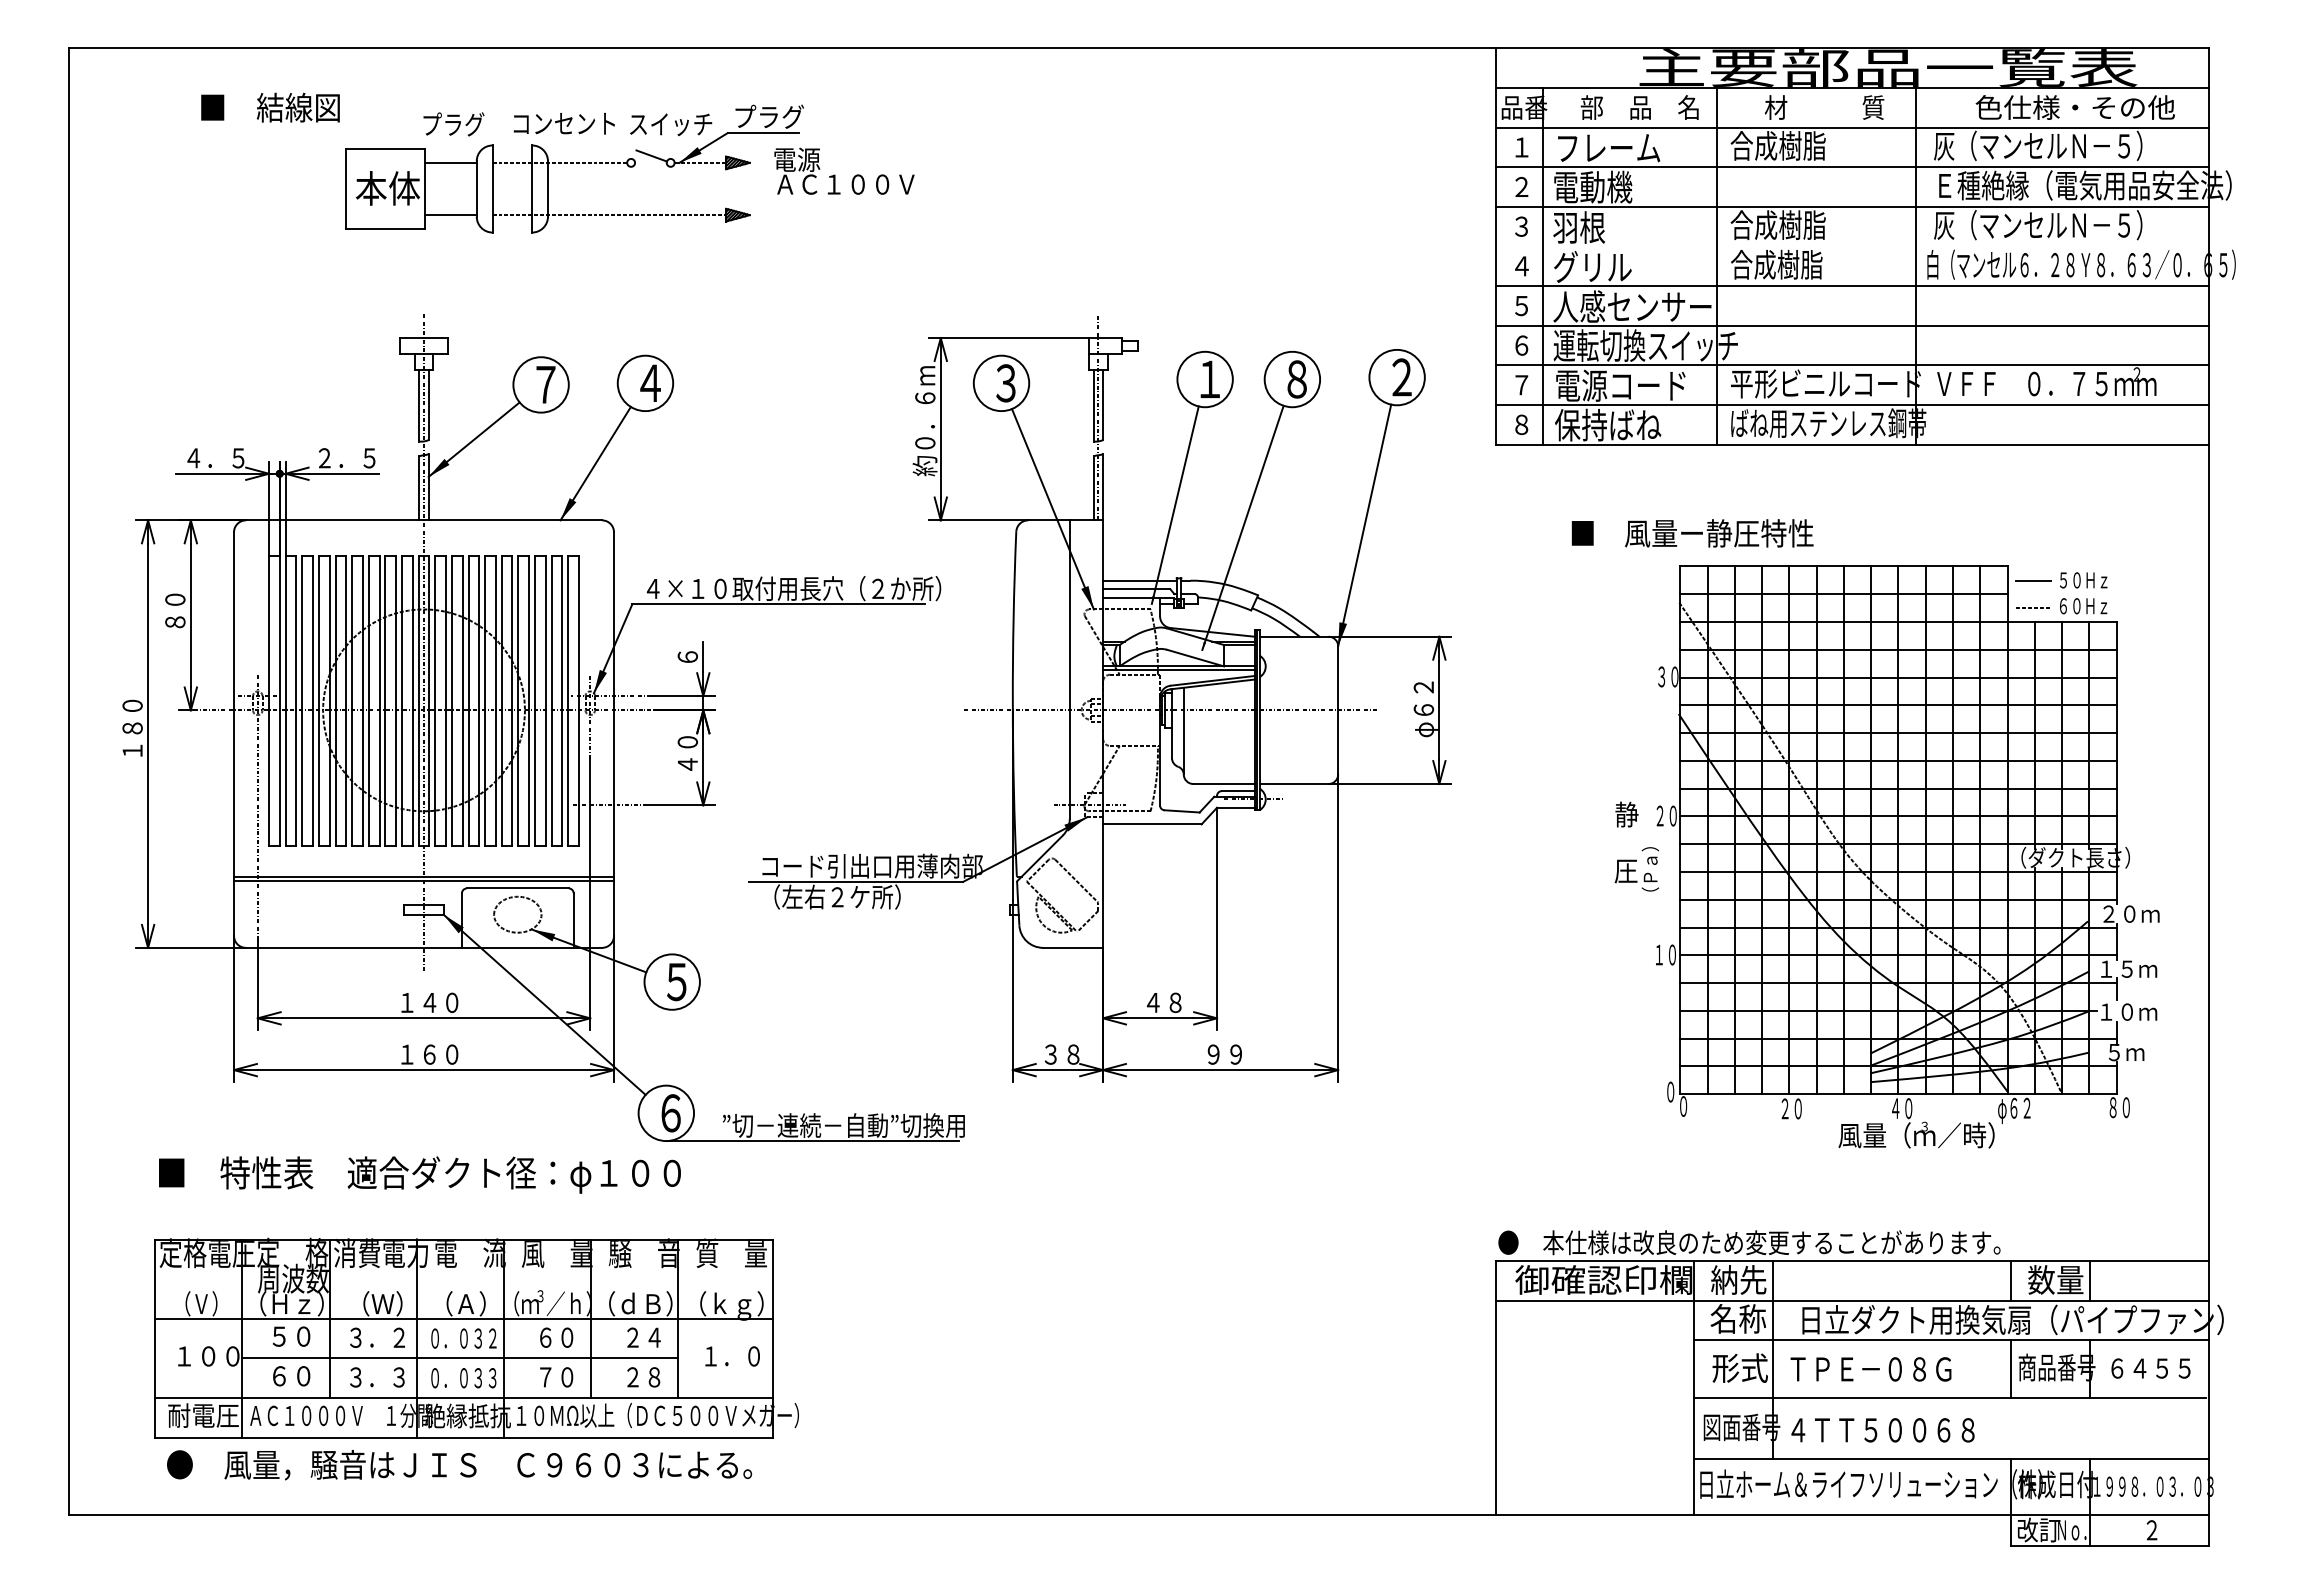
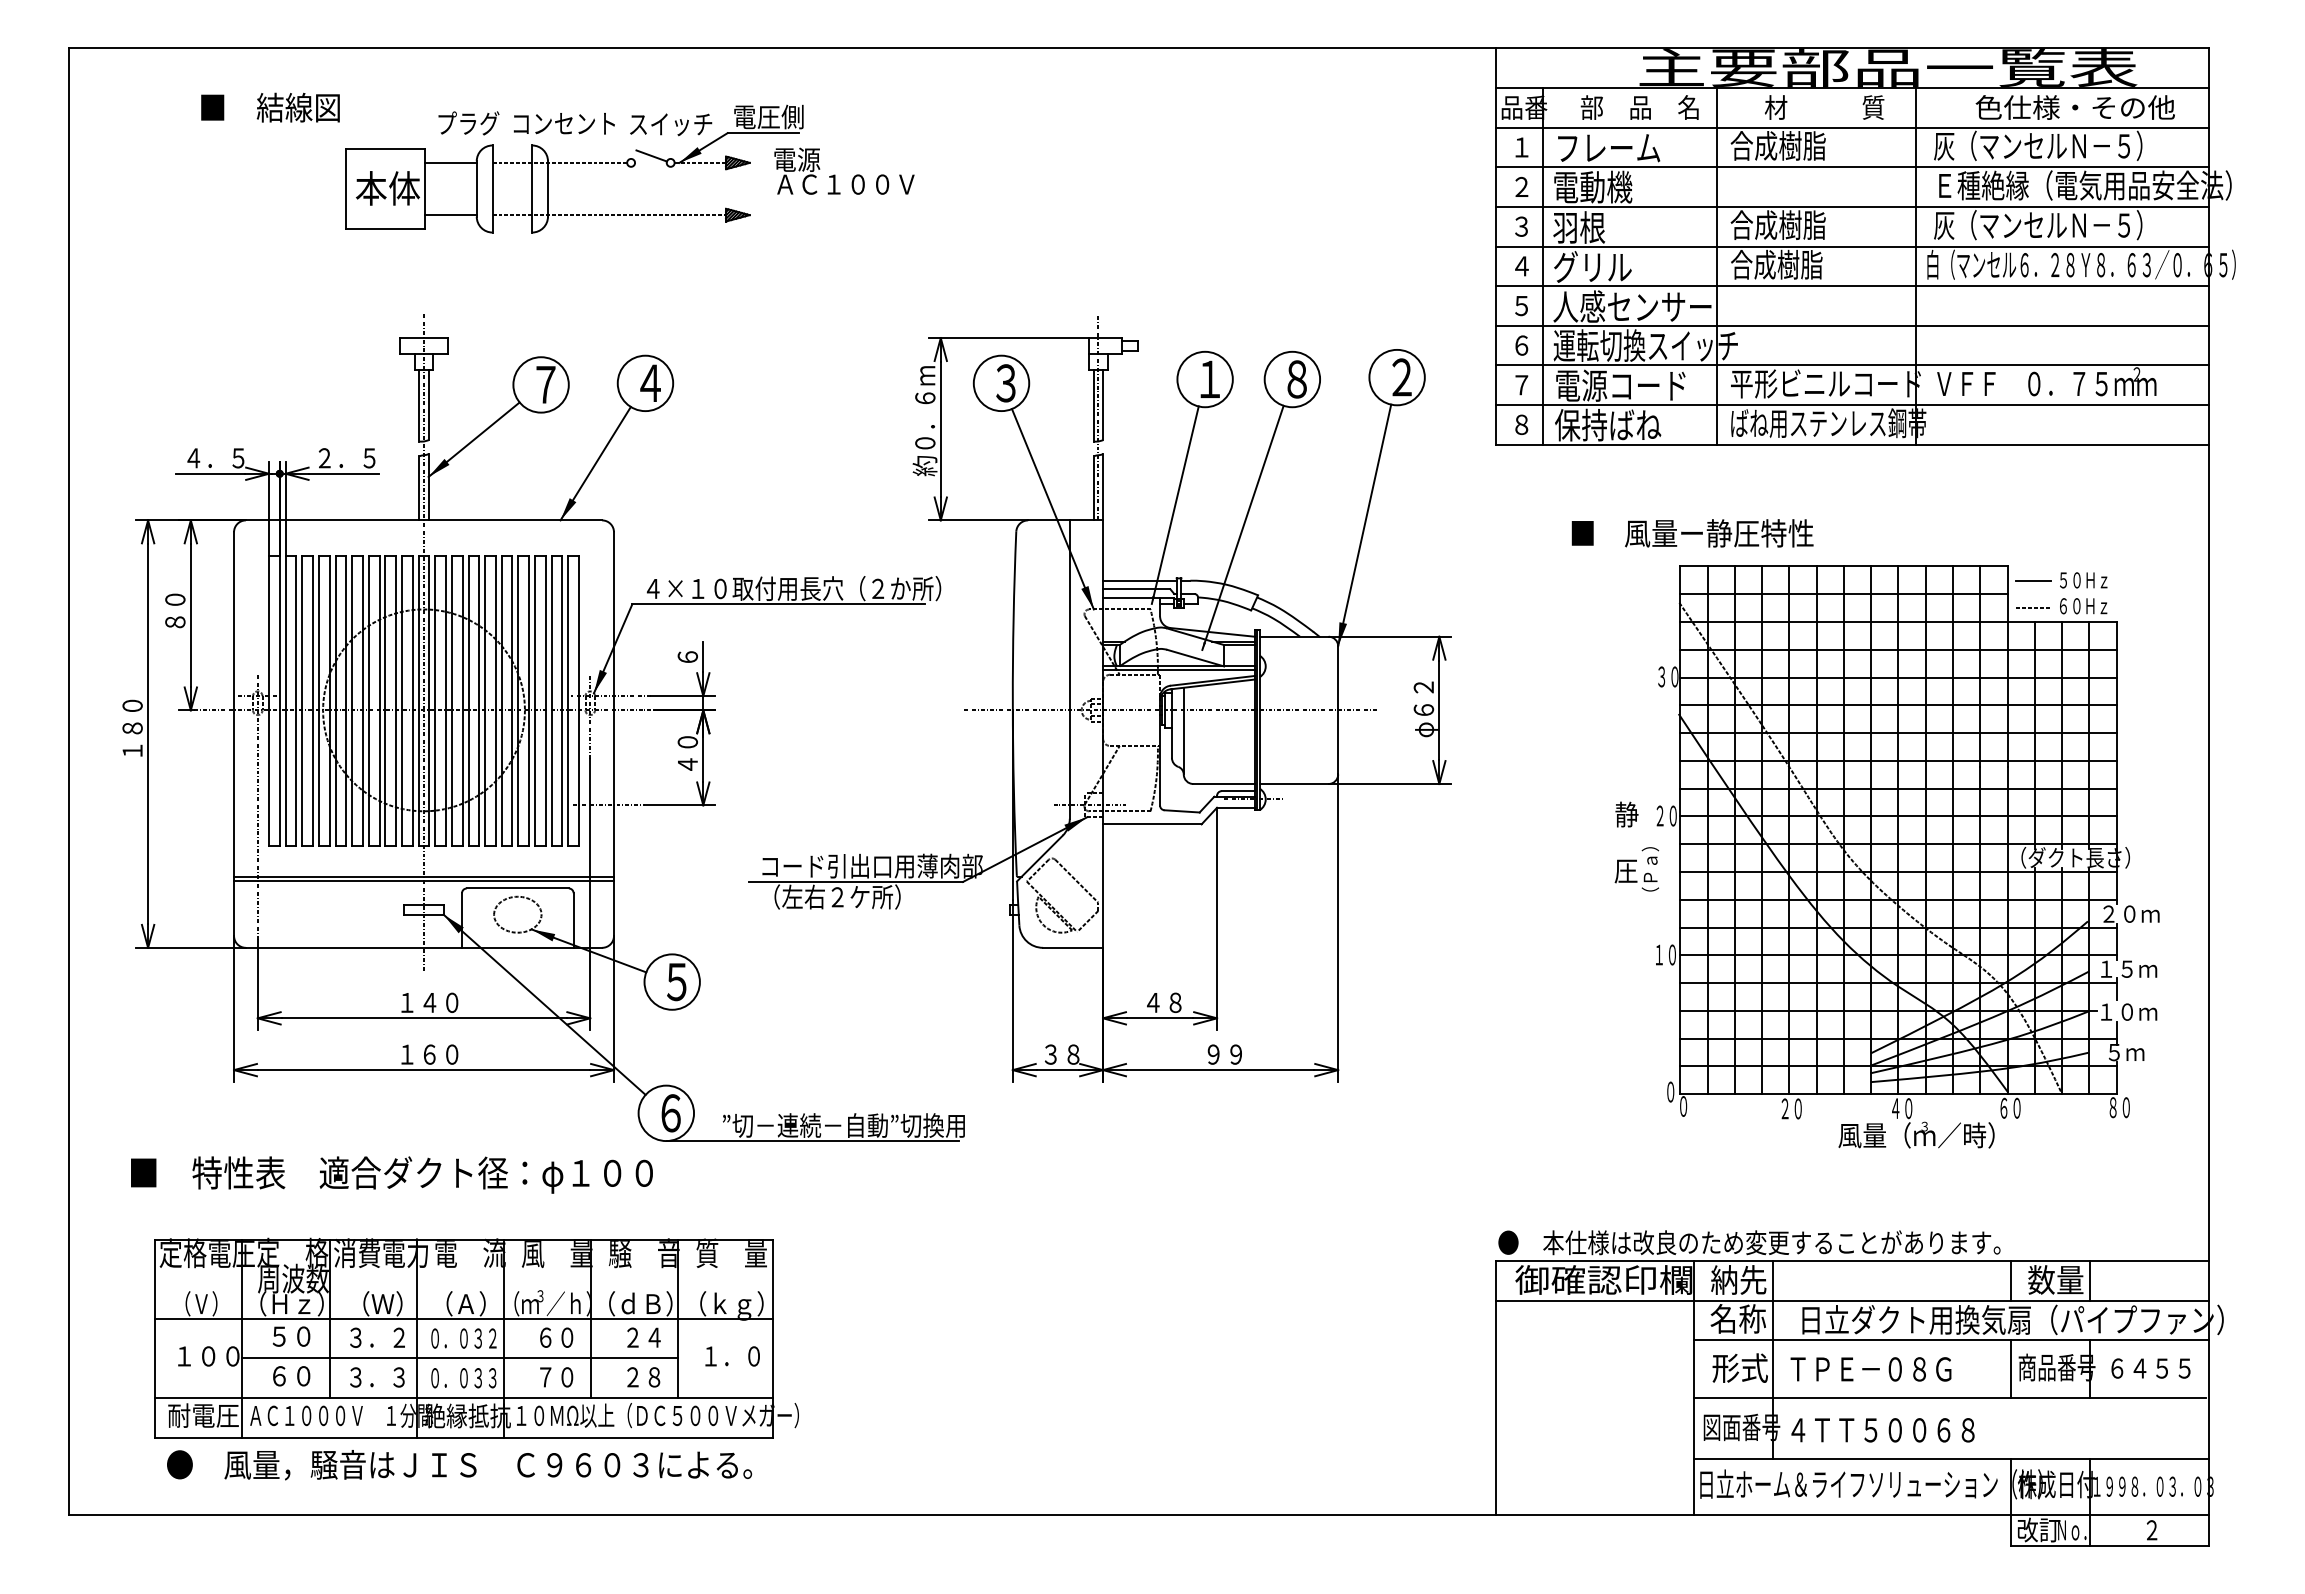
text at (768, 116): プラグ -> 電圧側
text at (453, 124) position: (453, 124) -> (468, 123)
line at (1851, 246): none -> present
text at (2014, 1110): φ６２ -> ６０
text at (419, 1174) position: (419, 1174) -> (391, 1174)
